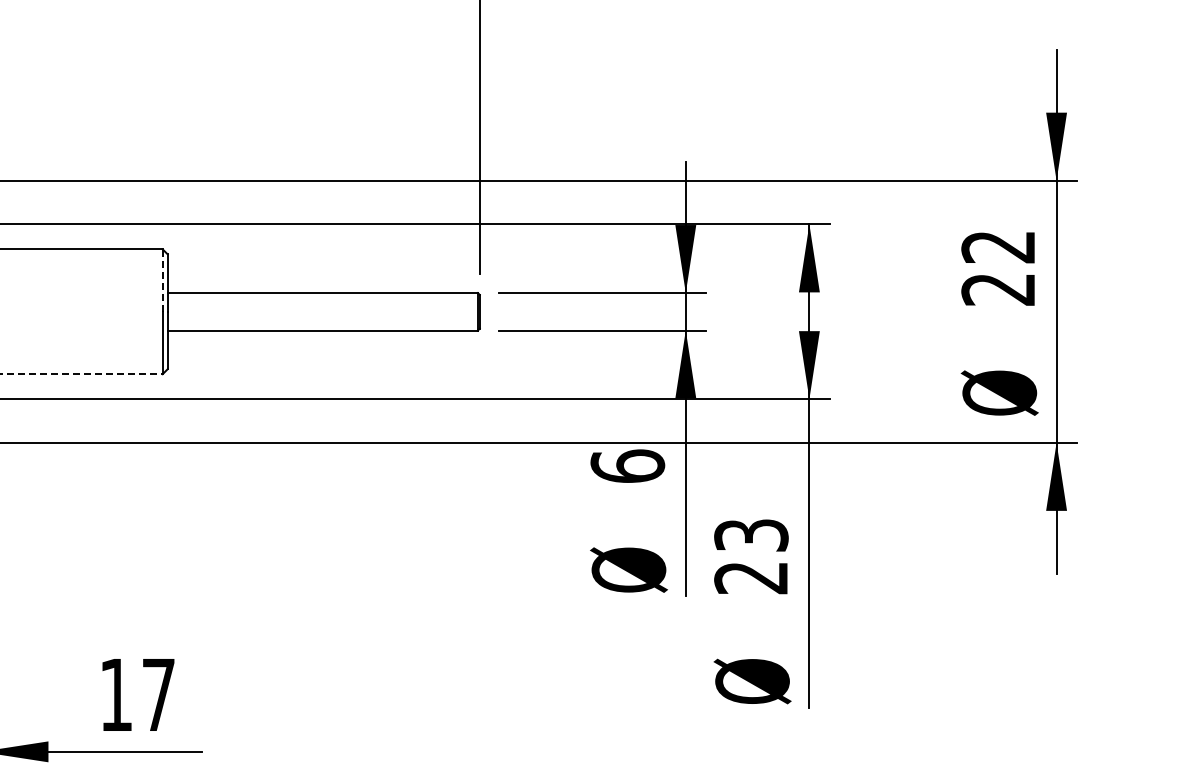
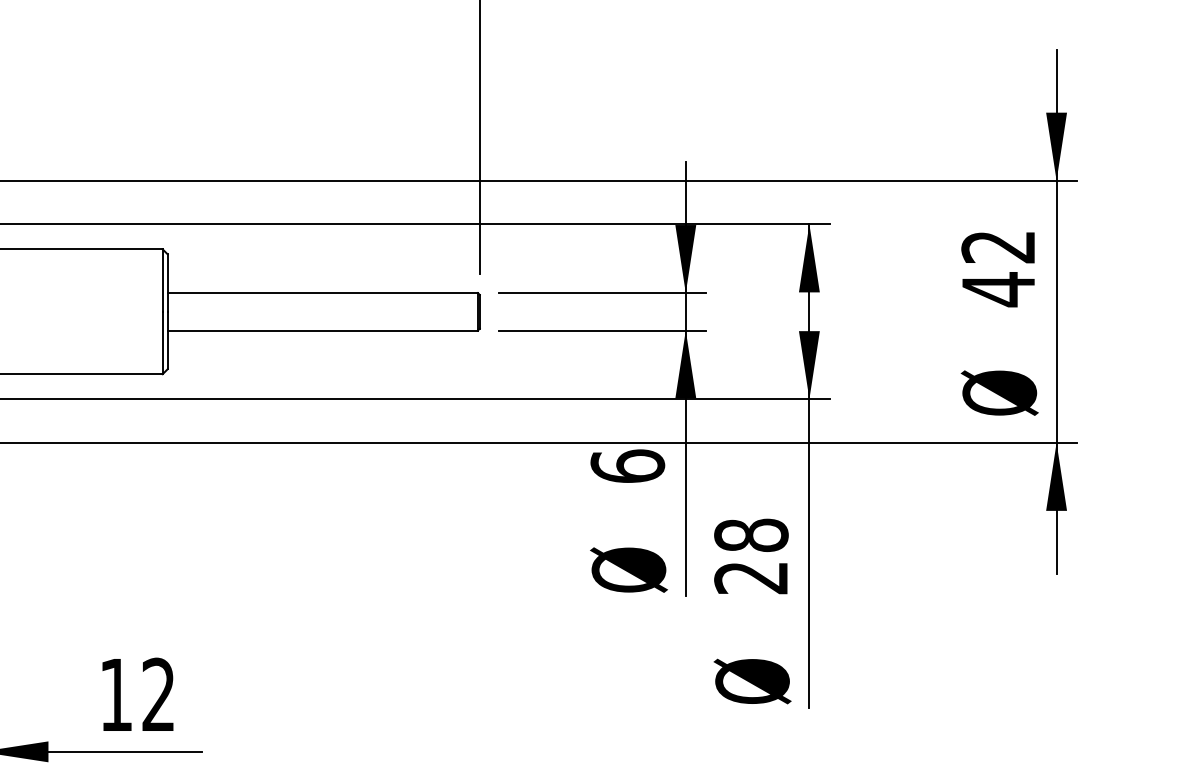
line at (162, 280): dashed -> solid
text at (997, 289): 22 -> 42
line at (81, 374): dashed -> solid
text at (751, 535): 23 -> 28
text at (158, 693): 17 -> 12
